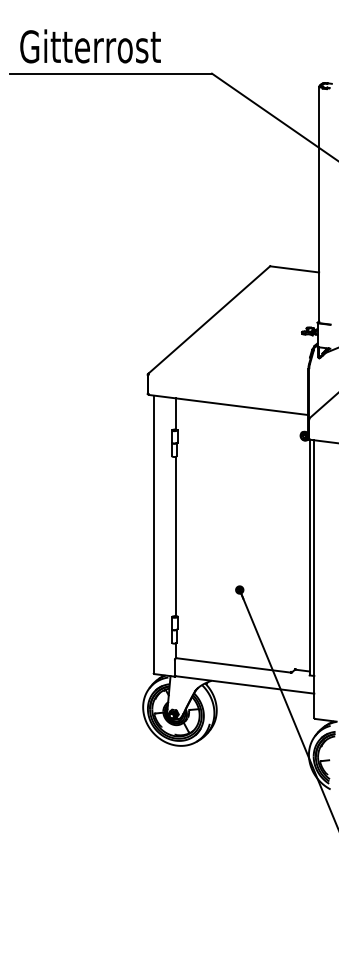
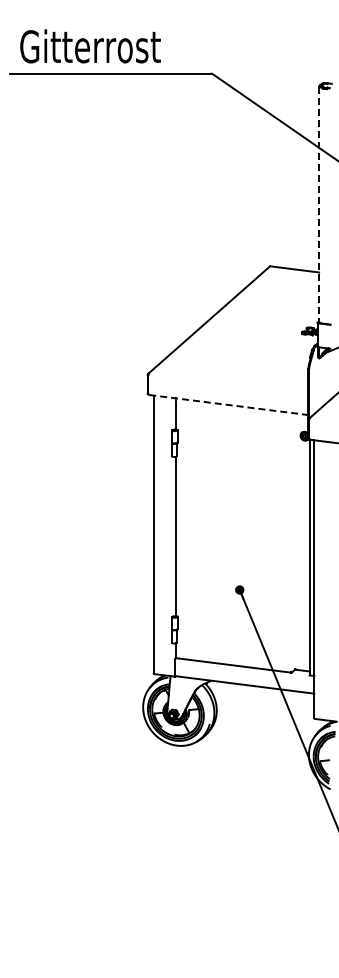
line at (319, 205): solid -> dashed
line at (229, 405): solid -> dashed
